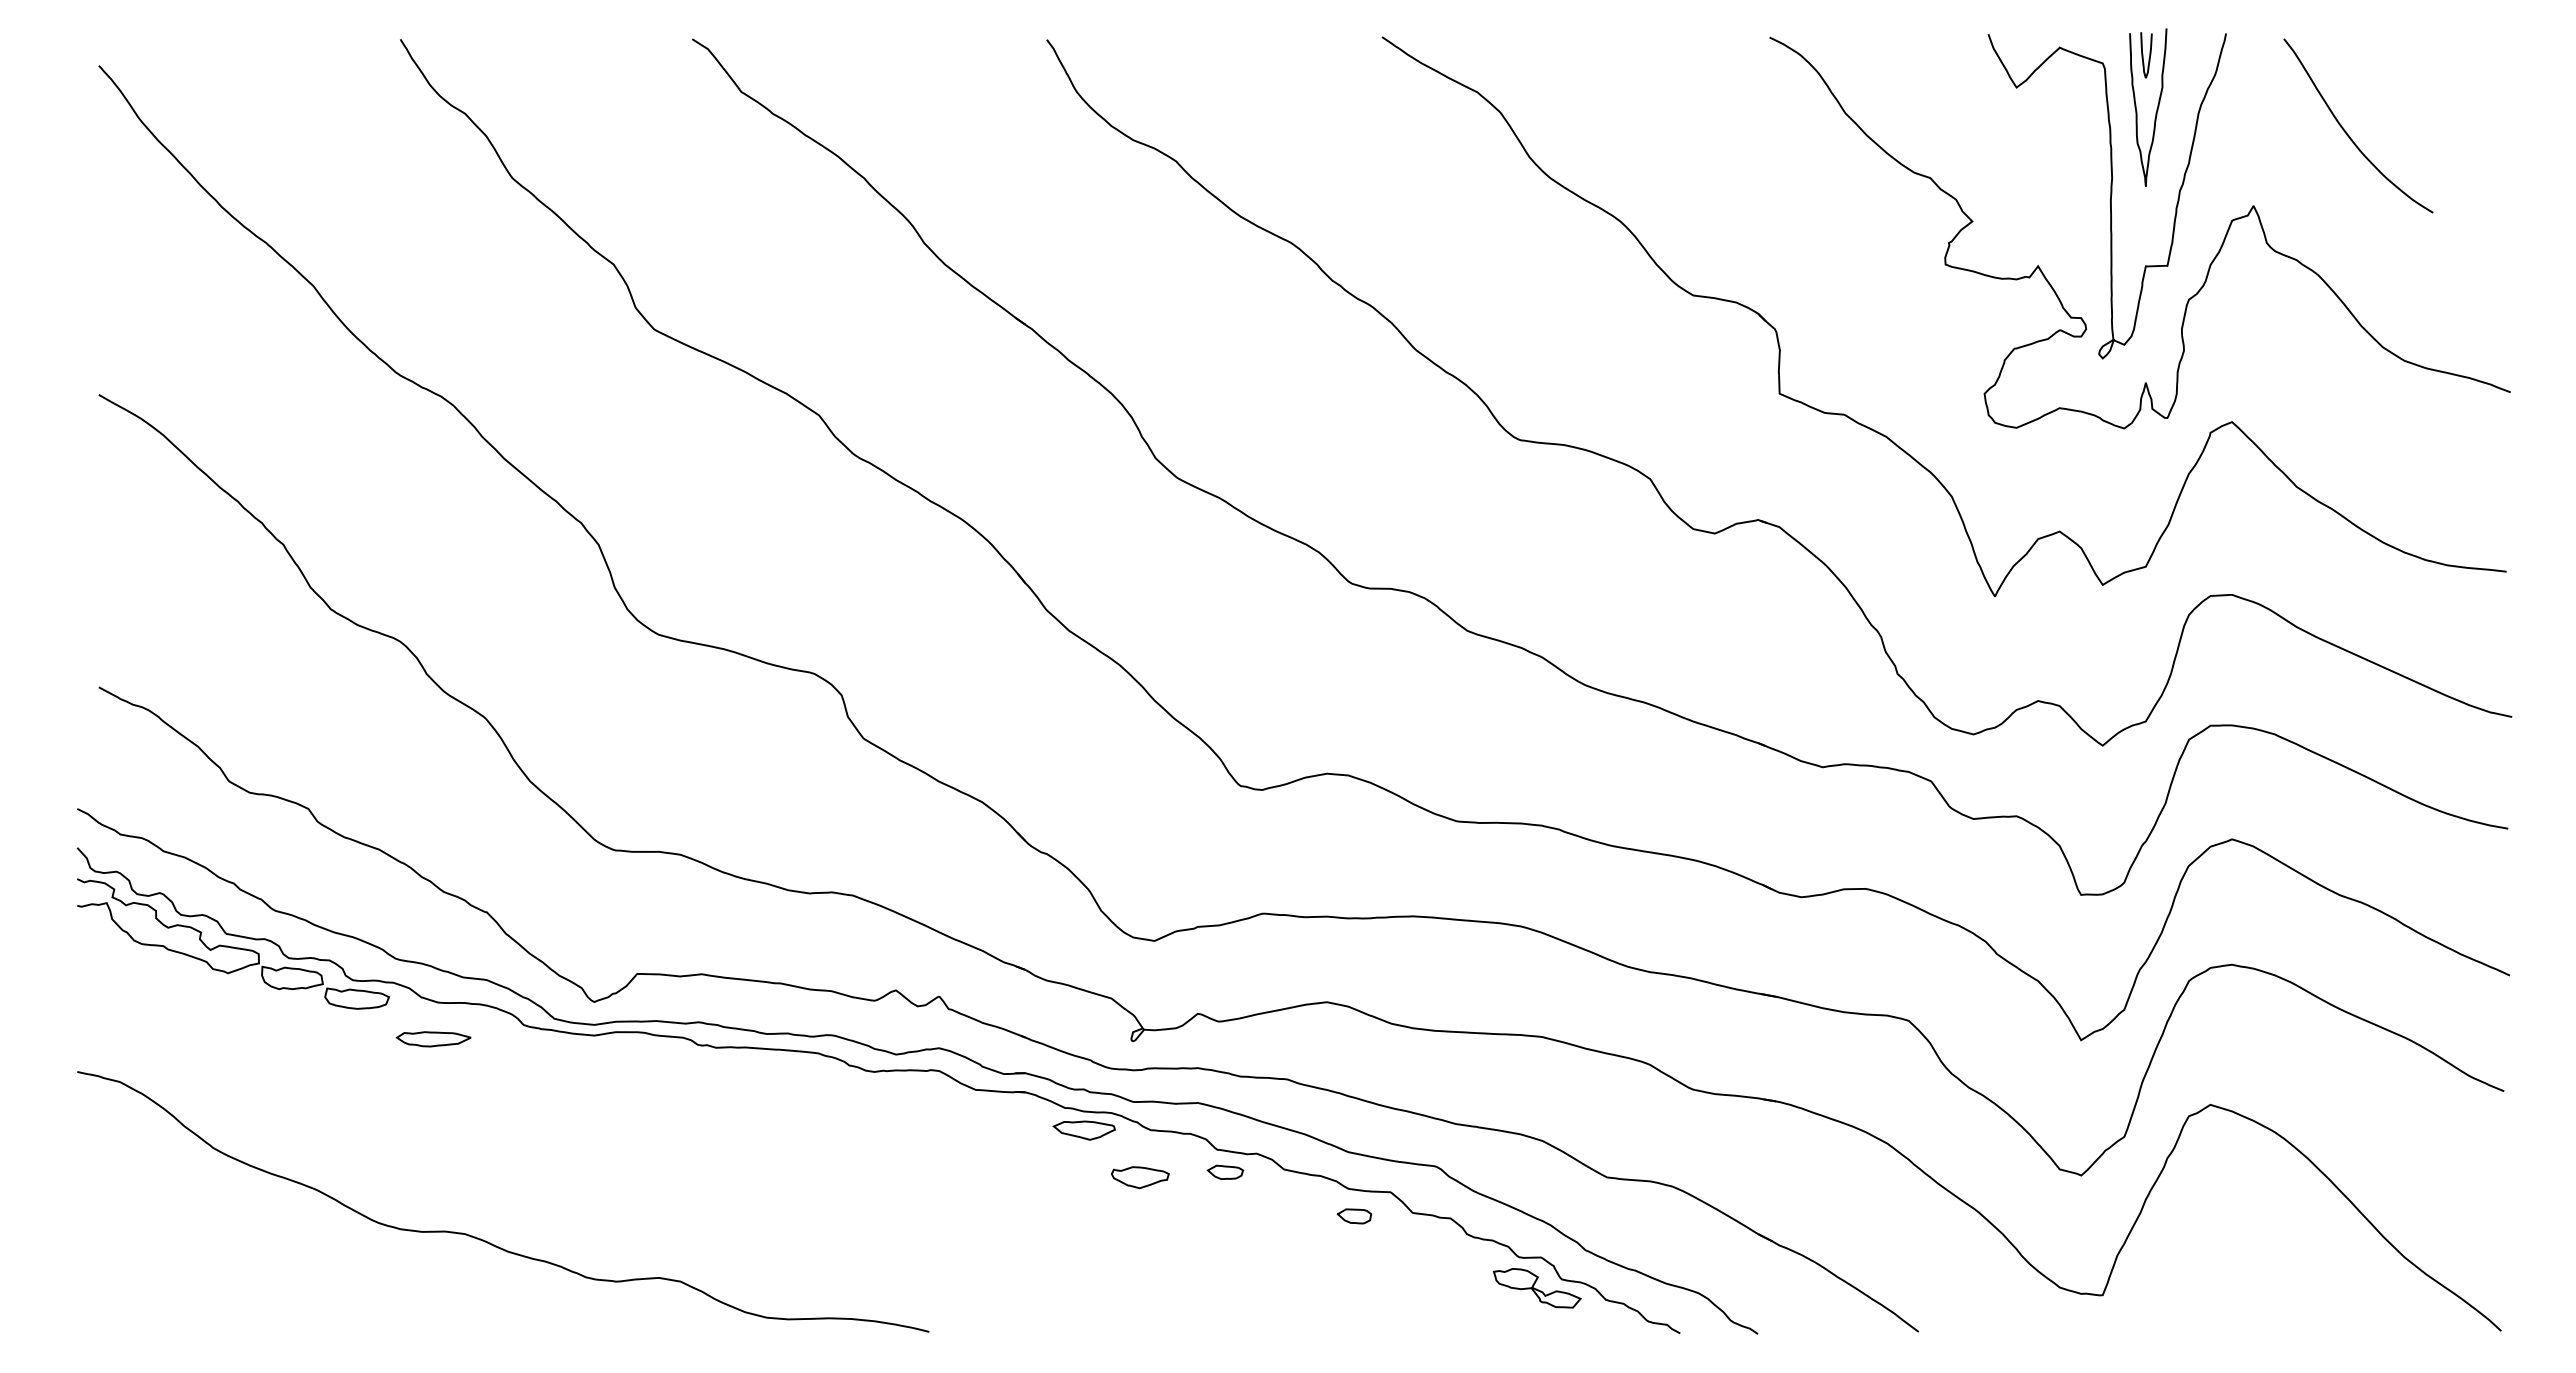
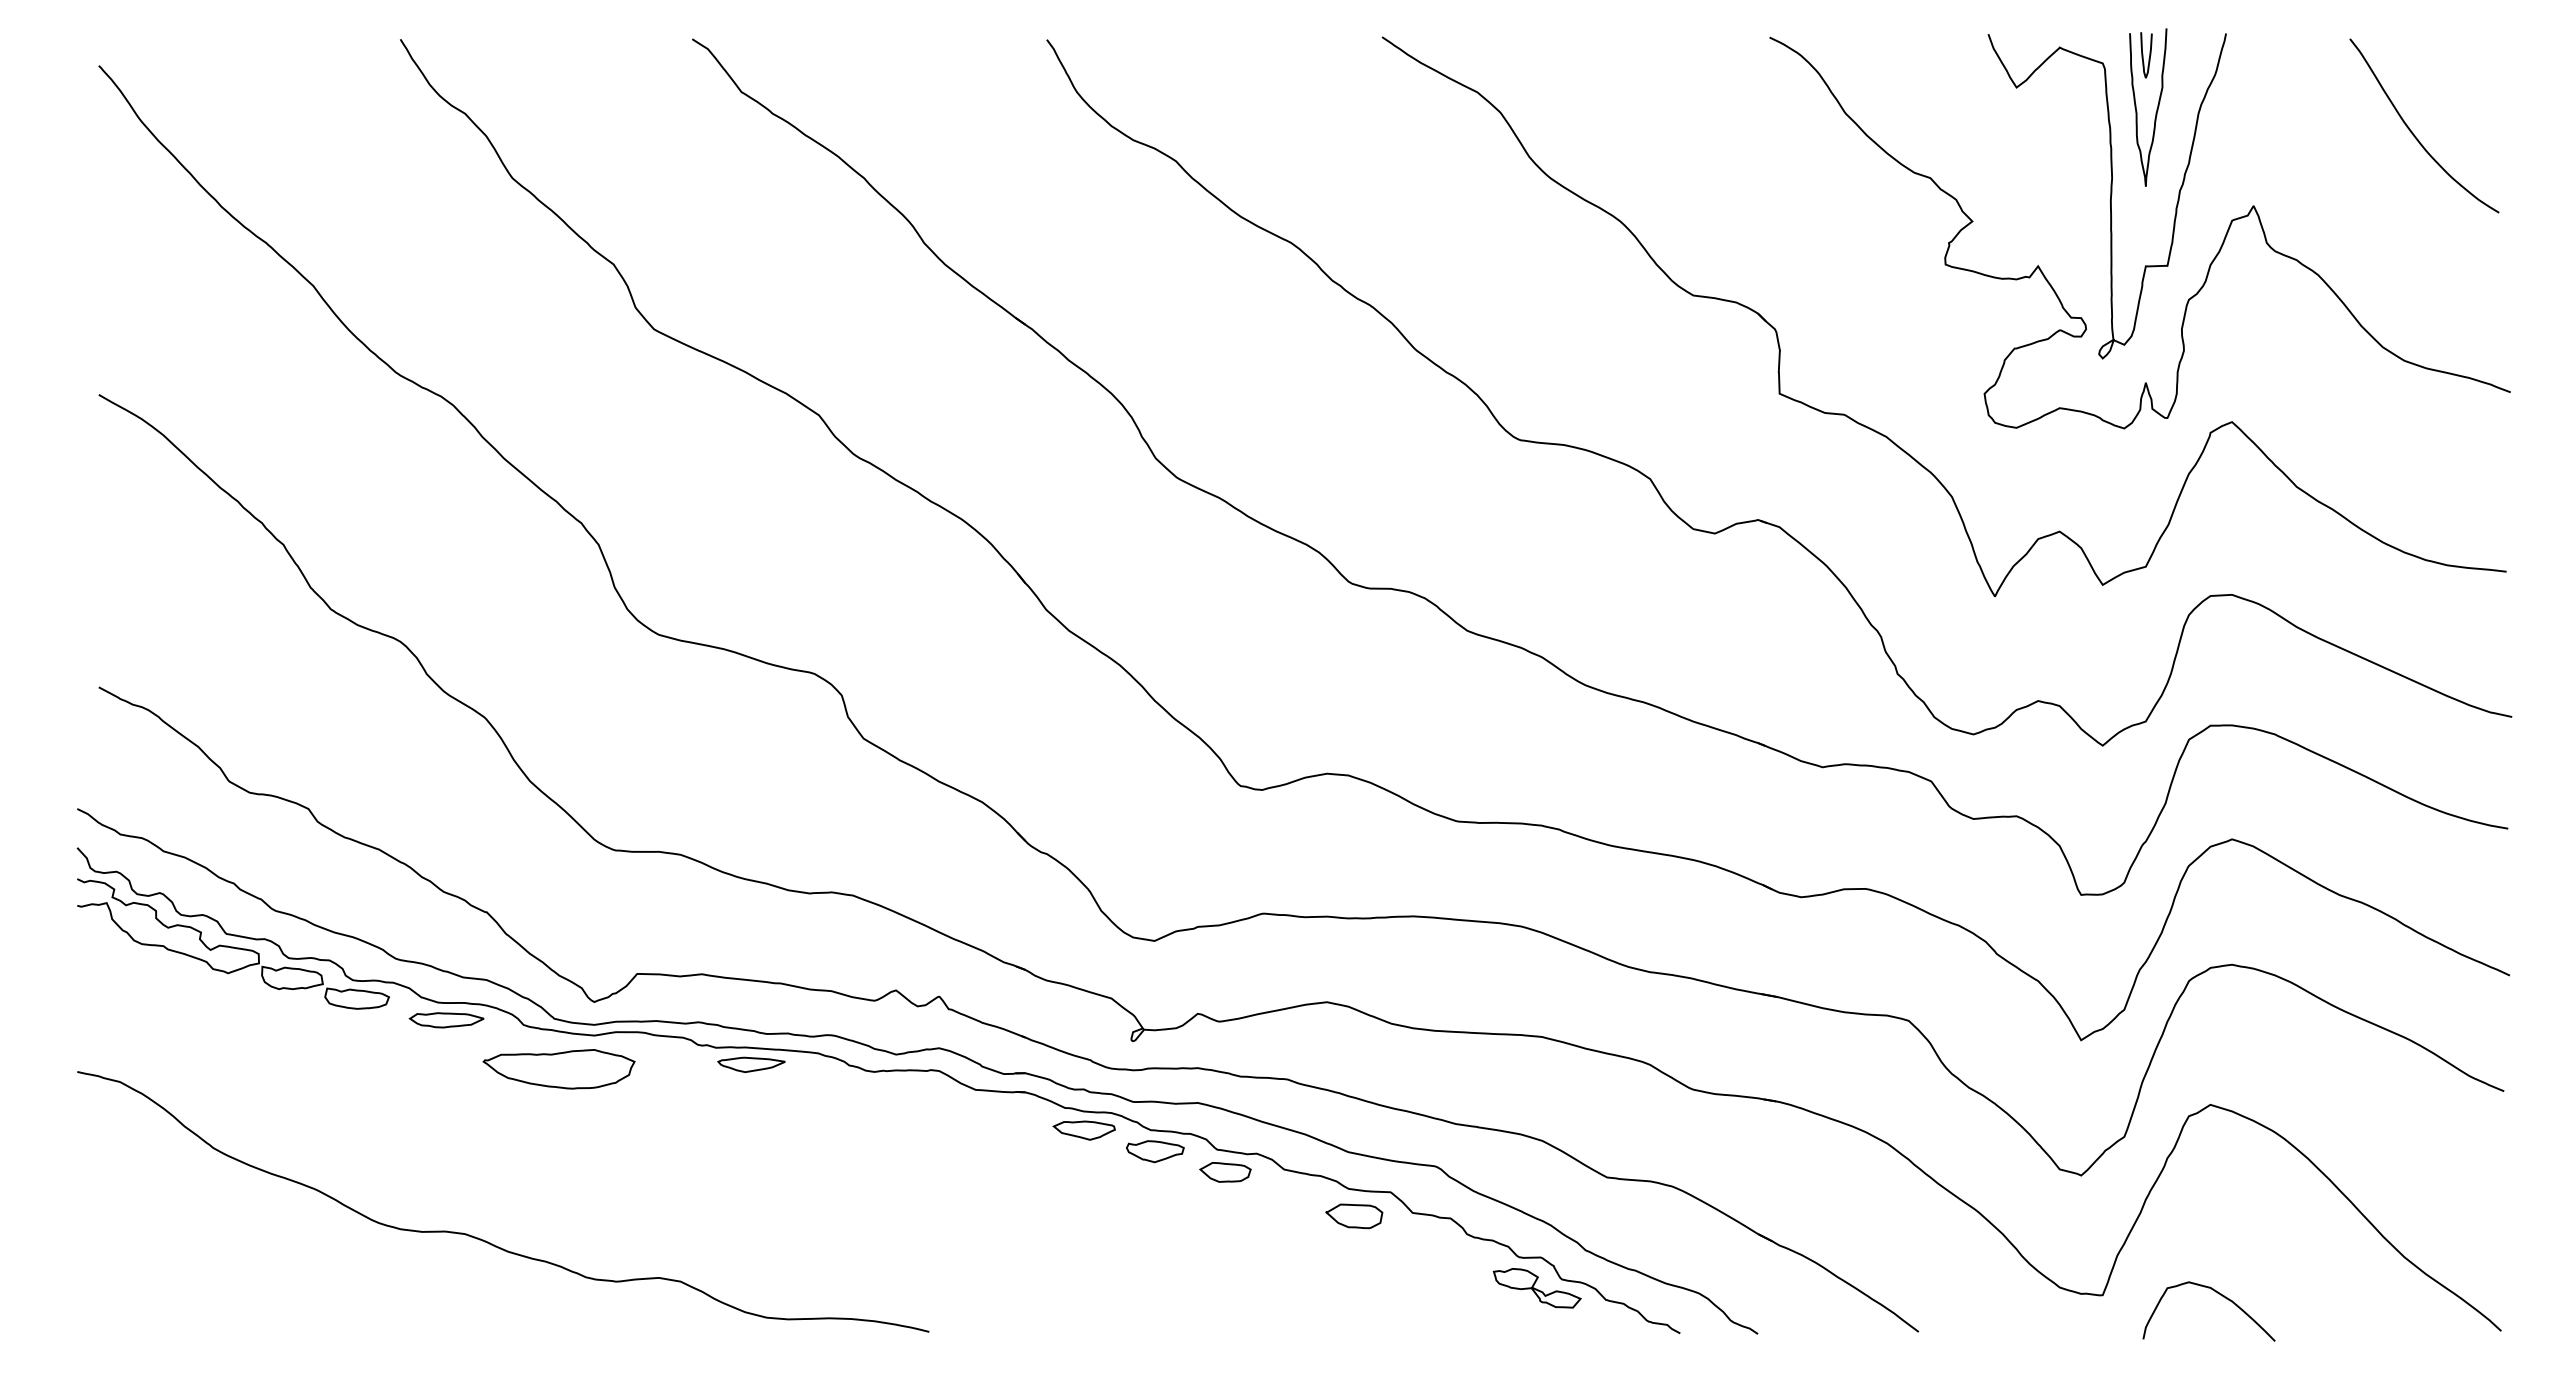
curve at (2346, 131) position: (2346, 131) -> (2412, 131)
part at (433, 1039) position: (433, 1039) -> (446, 1020)
part at (751, 1064): none -> present
part at (558, 1069): none -> present
part at (1225, 1171) size: 39x16 px -> 53x21 px
part at (1140, 1177) position: (1140, 1177) -> (1155, 1151)
part at (1354, 1216) size: 37x17 px -> 59x27 px
curve at (2220, 1295): none -> present
